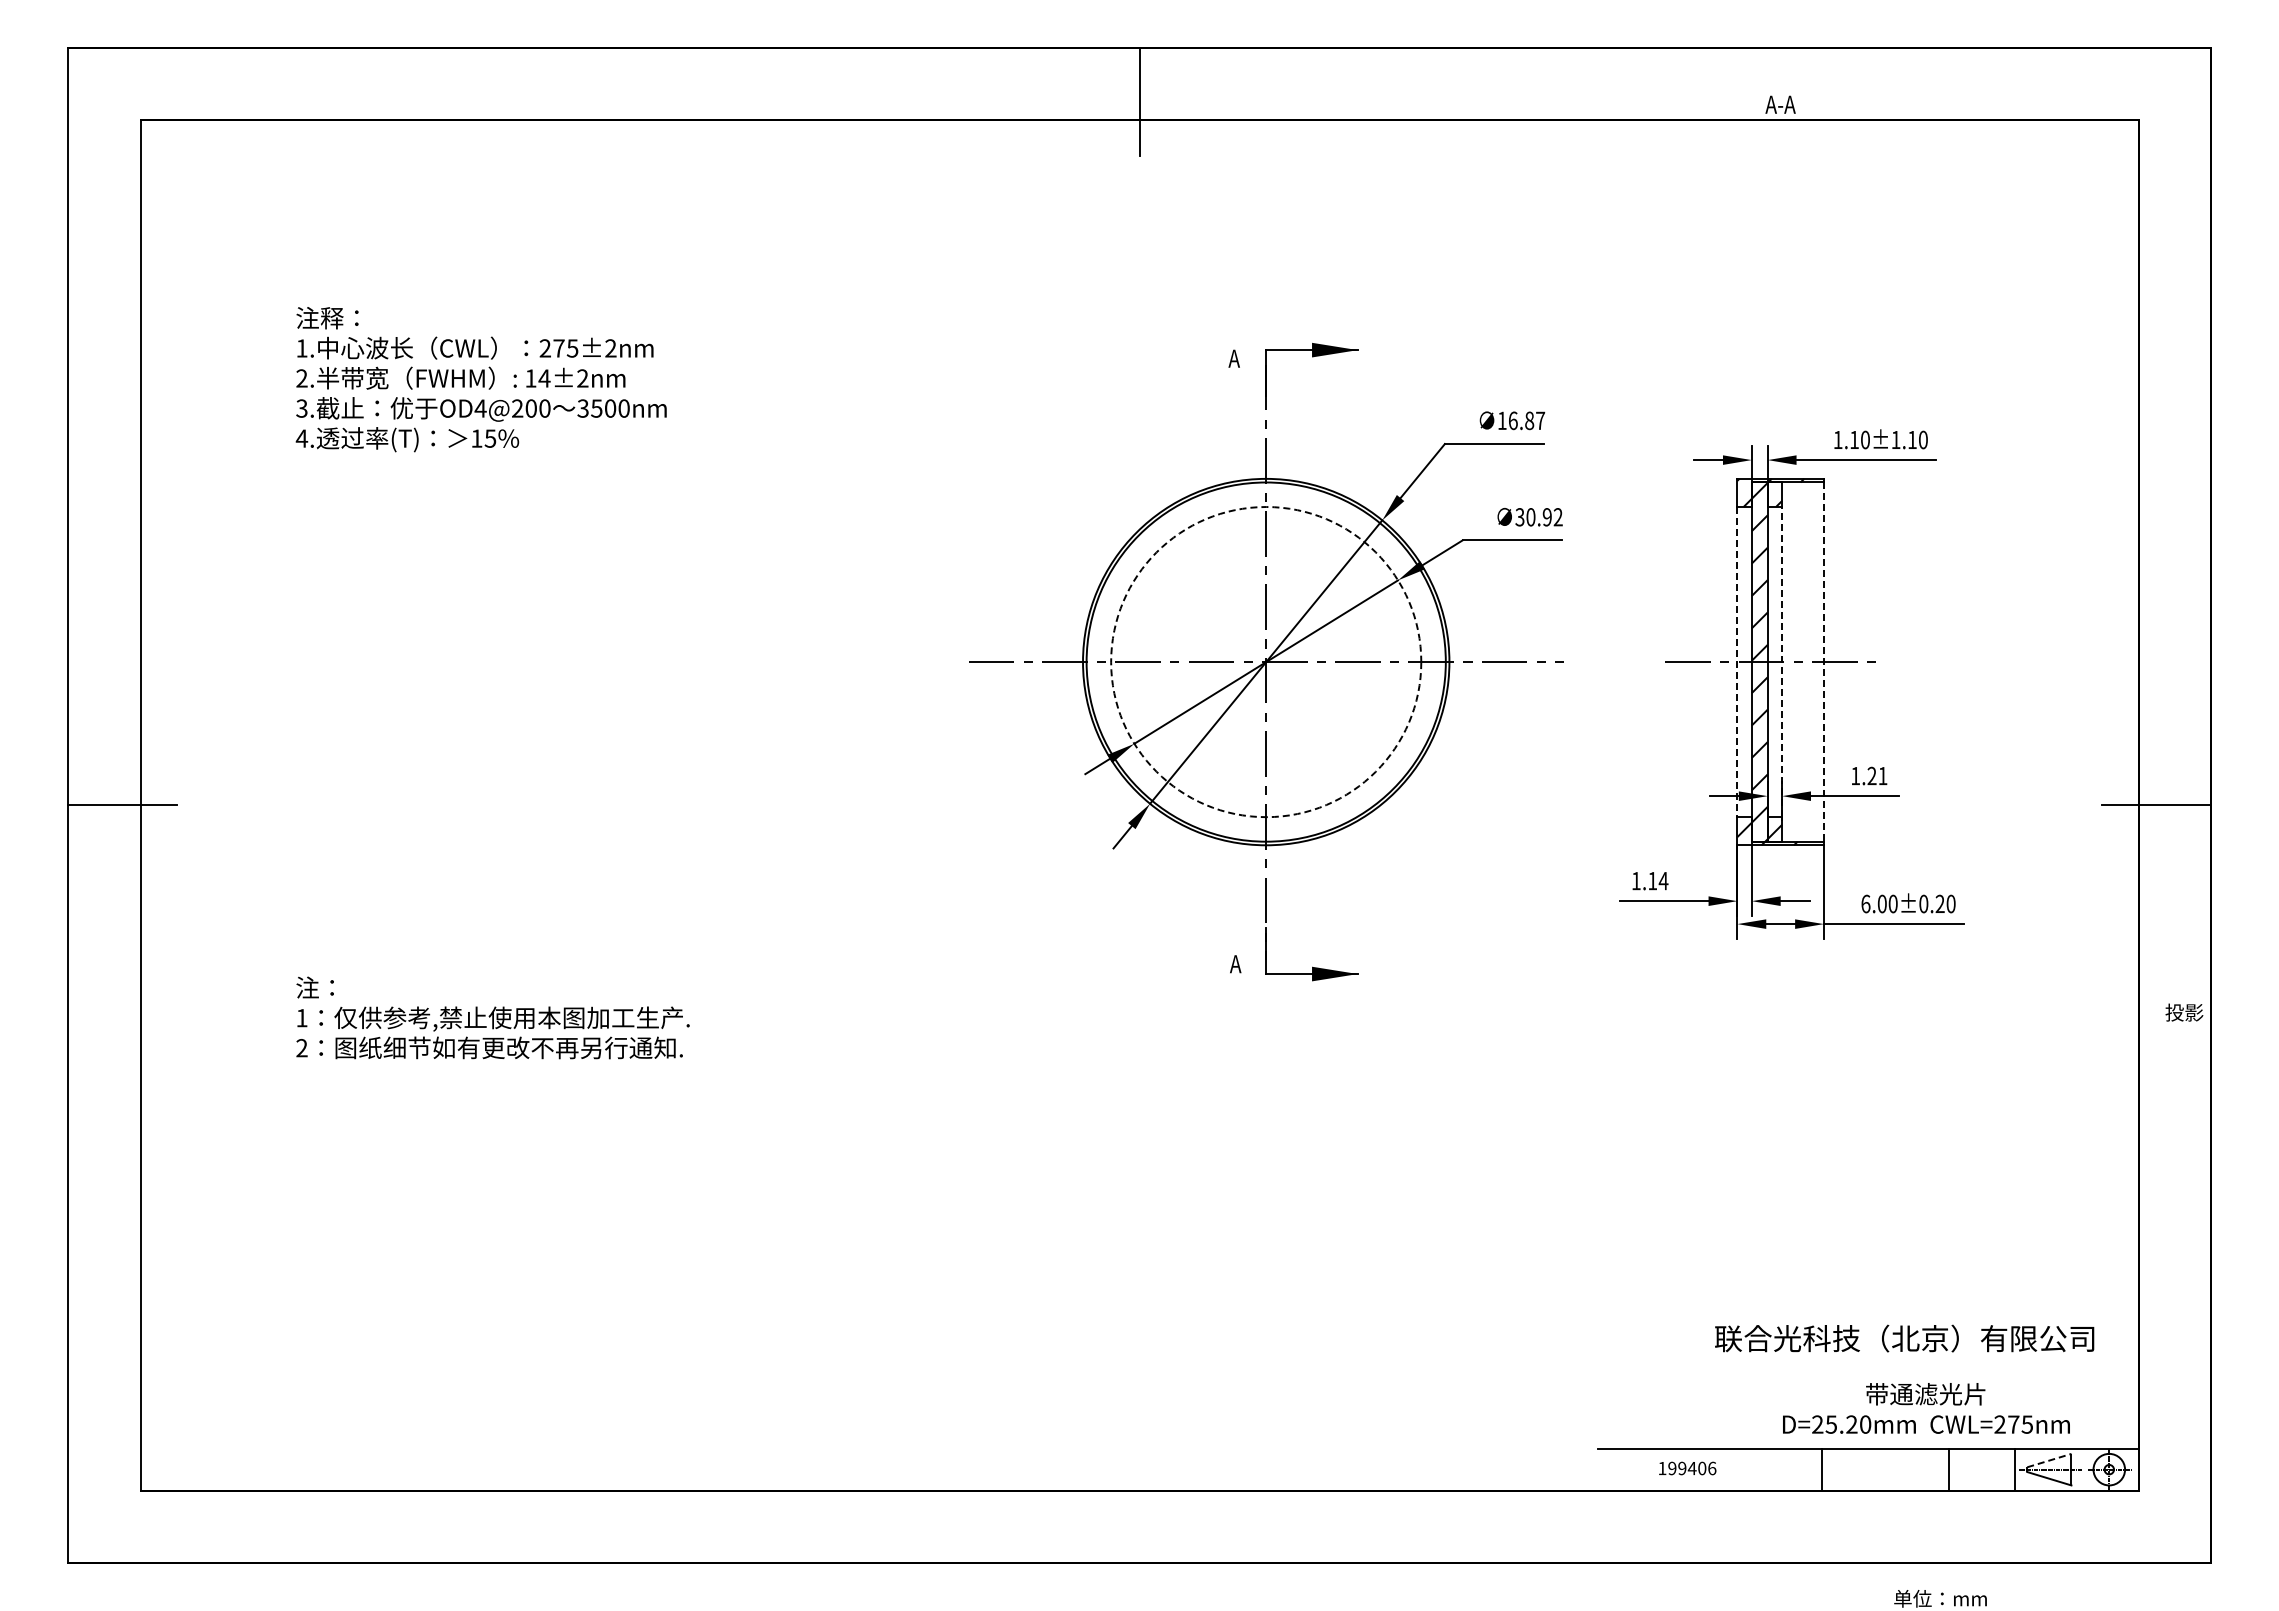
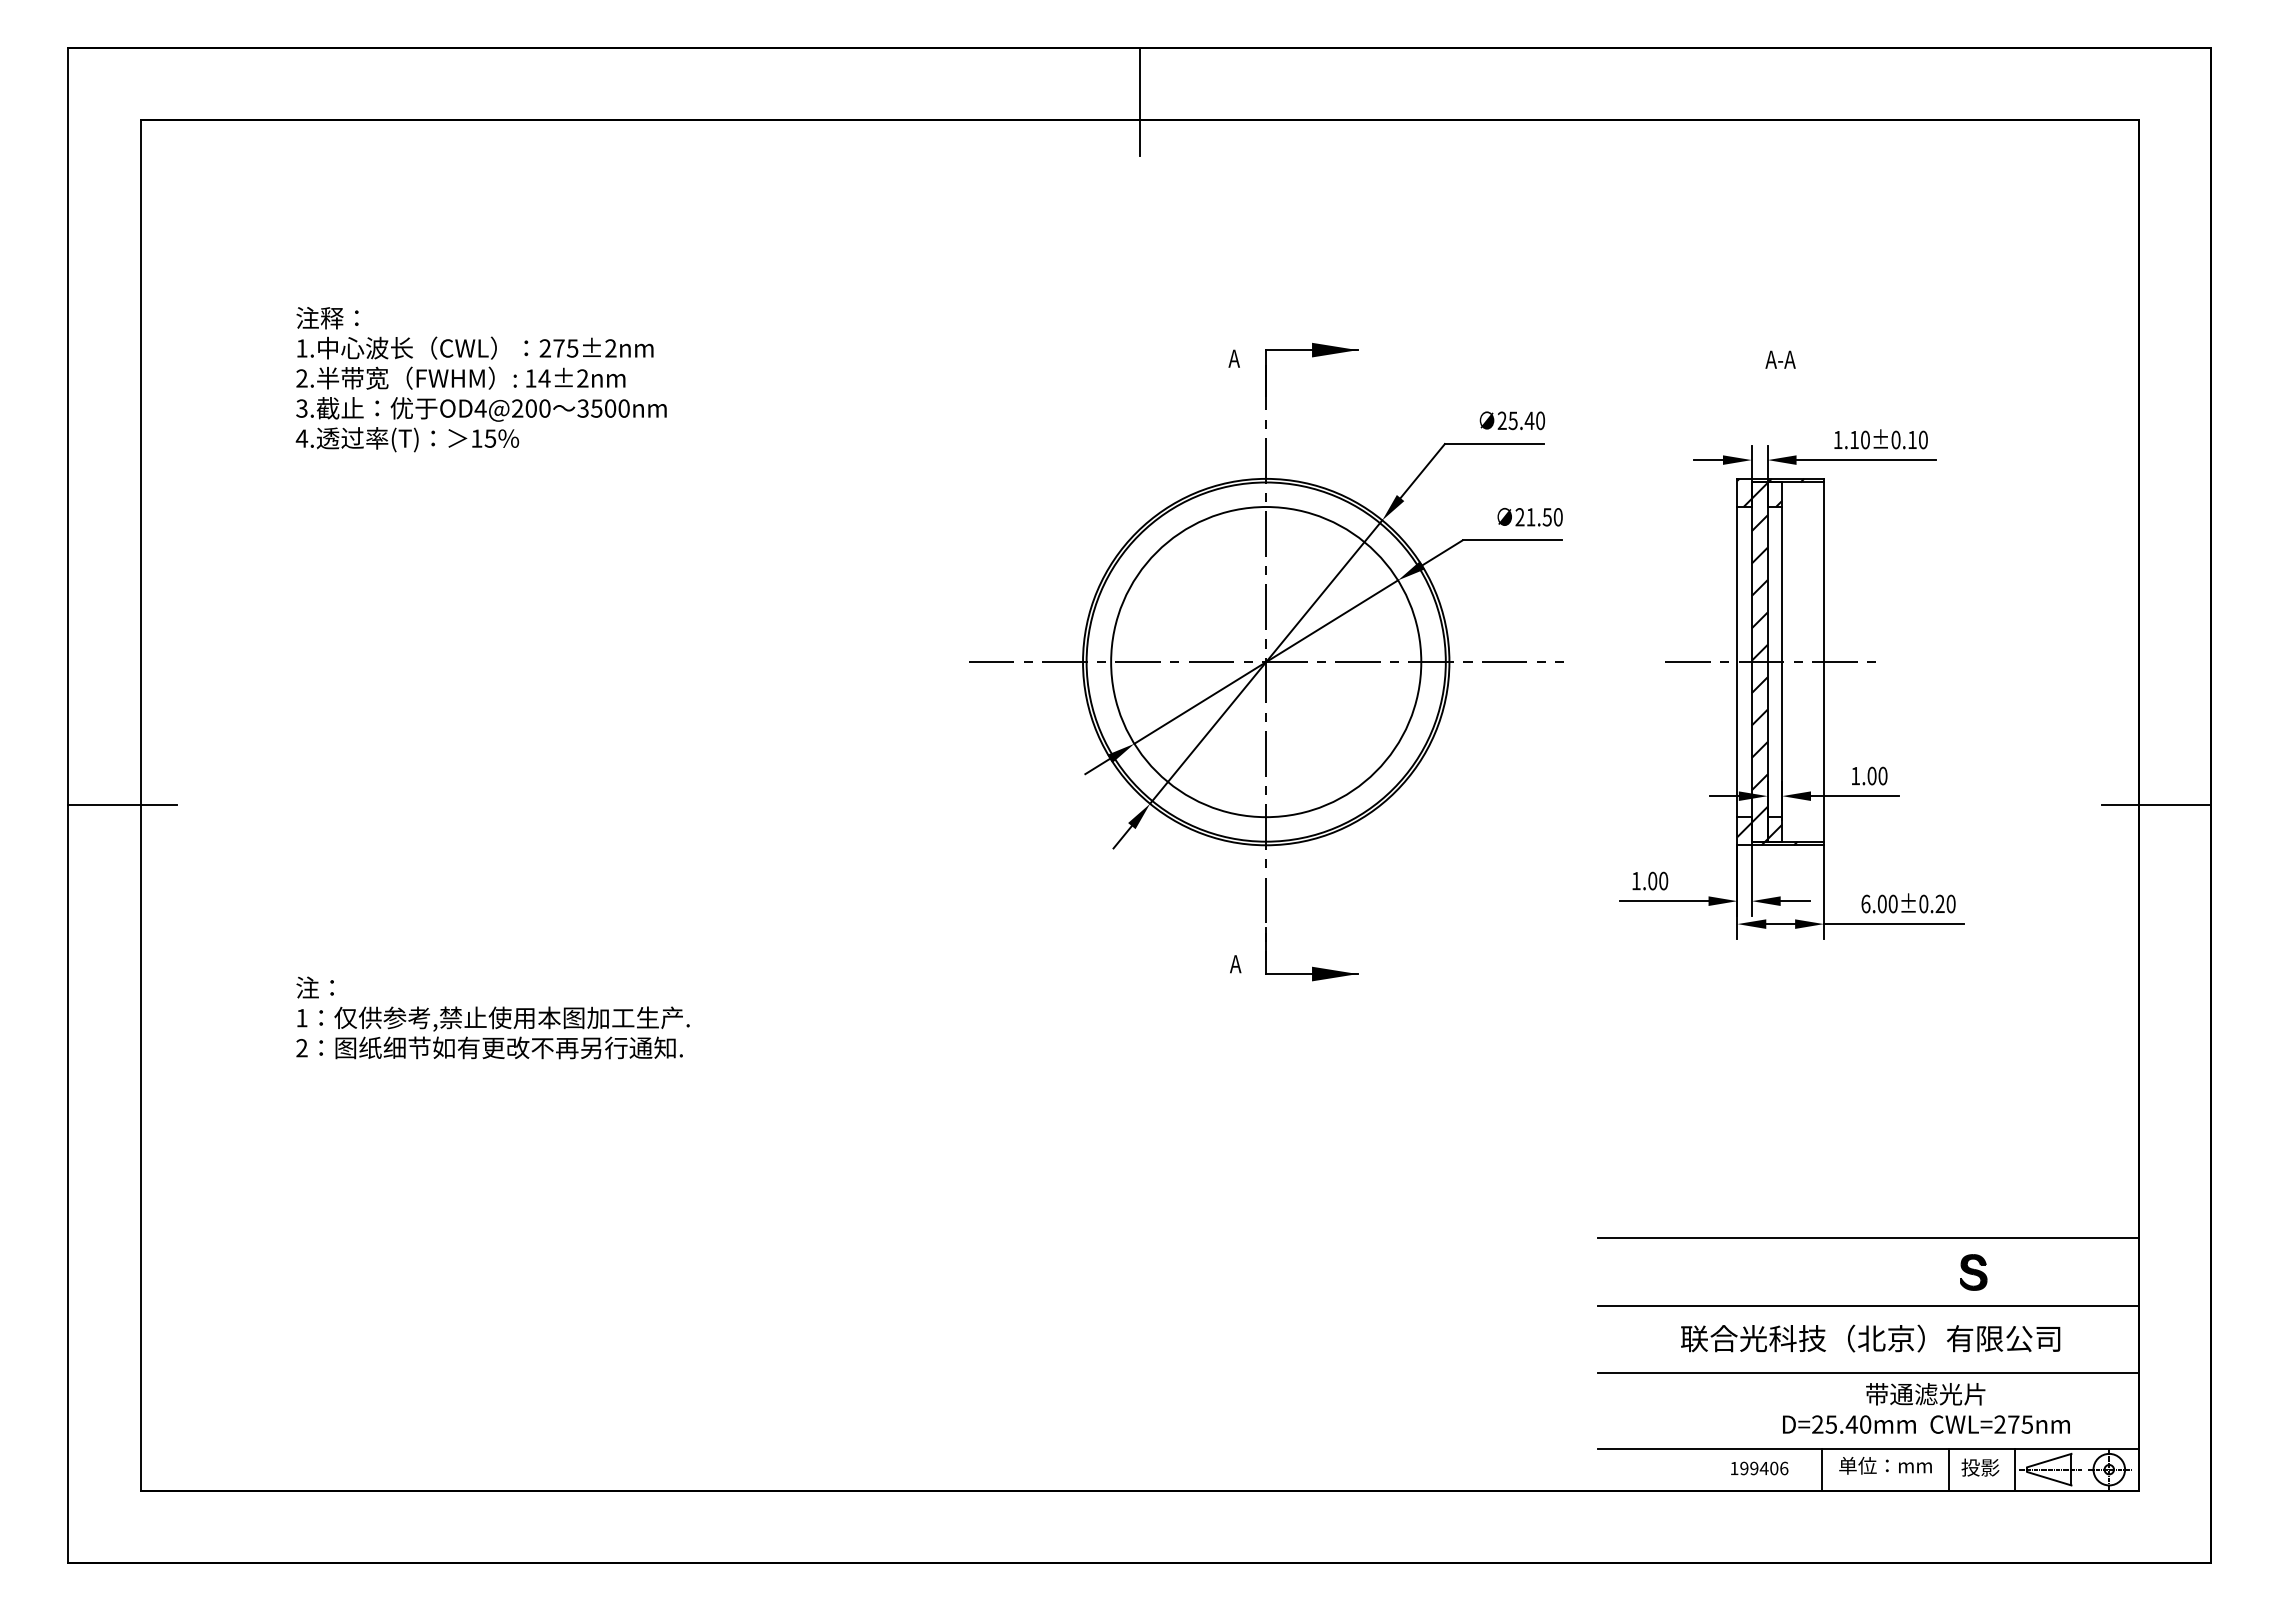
text at (1780, 104) position: (1780, 104) -> (1780, 359)
text at (1521, 420): 16.87 -> 25.40
text at (1895, 439): 1.10±1.10 -> 1.10±0.10
text at (1538, 517): 30.92 -> 21.50
line at (1782, 661): dashed -> solid
circle at (1266, 662): dashed -> solid
line at (1737, 662): dashed -> solid
line at (1823, 662): dashed -> solid
text at (1877, 775): 1.21 -> 1.00
text at (1658, 880): 1.14 -> 1.00
text at (2184, 1012) position: (2184, 1012) -> (1980, 1467)
line at (1867, 1238): none -> present
part at (1973, 1272): none -> present
line at (1867, 1305): none -> present
text at (1904, 1338) position: (1904, 1338) -> (1870, 1338)
line at (1867, 1372): none -> present
text at (1851, 1424): ^JD=25.20mm -> ^JD=25.40mm
line at (2049, 1460): dashed -> solid
text at (1687, 1468) position: (1687, 1468) -> (1759, 1468)
text at (1940, 1598) position: (1940, 1598) -> (1885, 1465)
